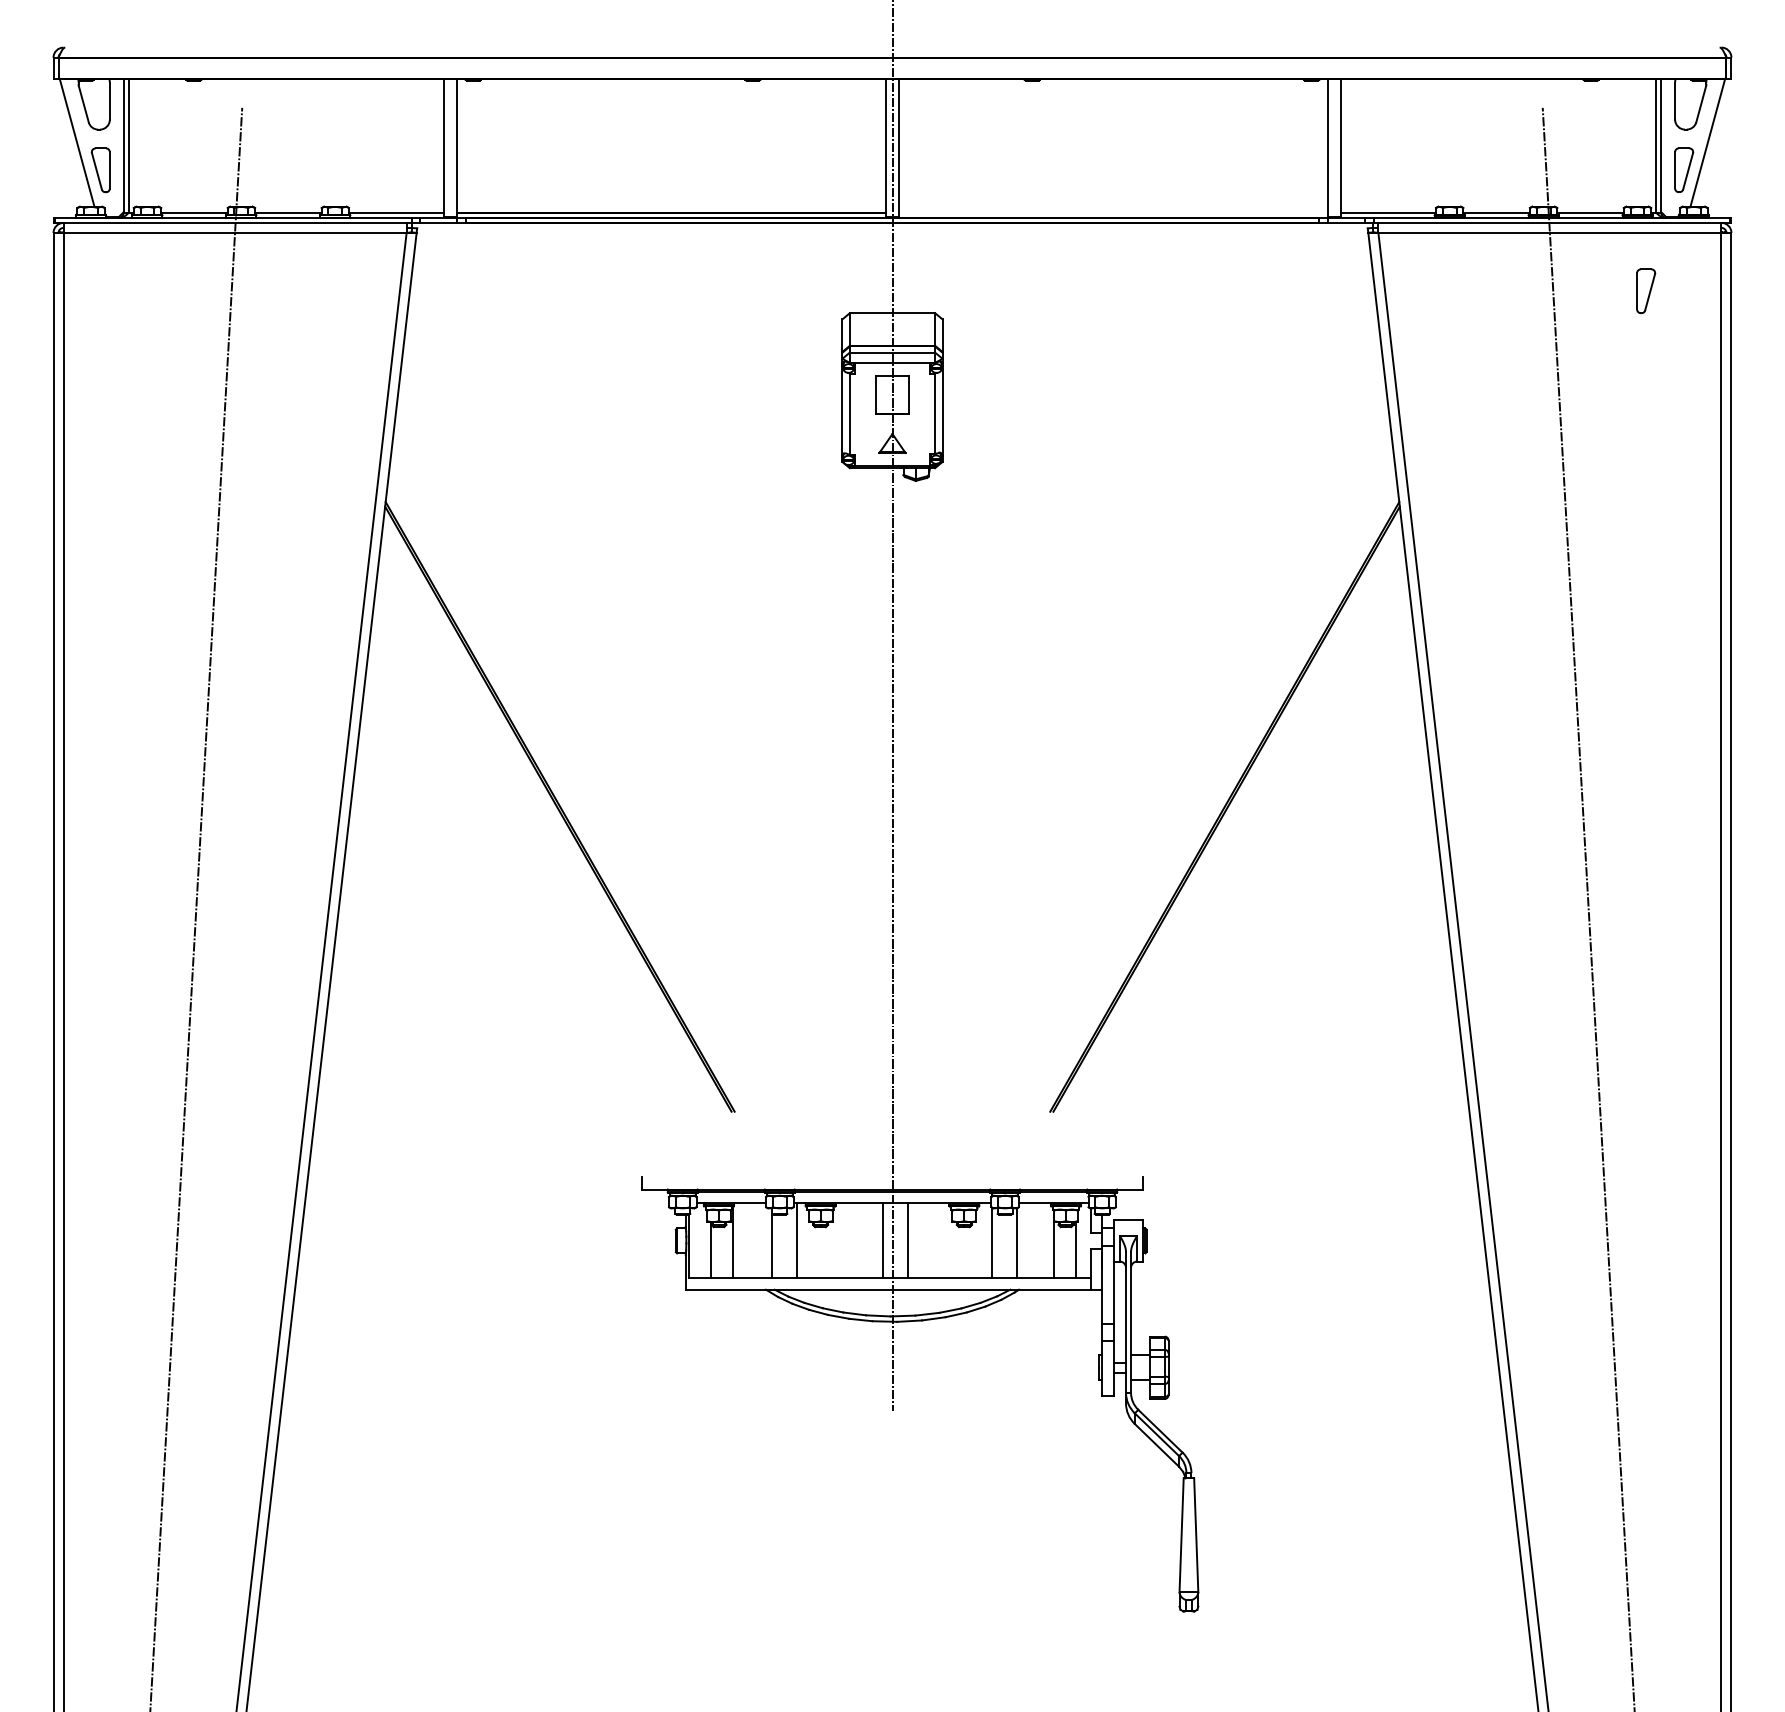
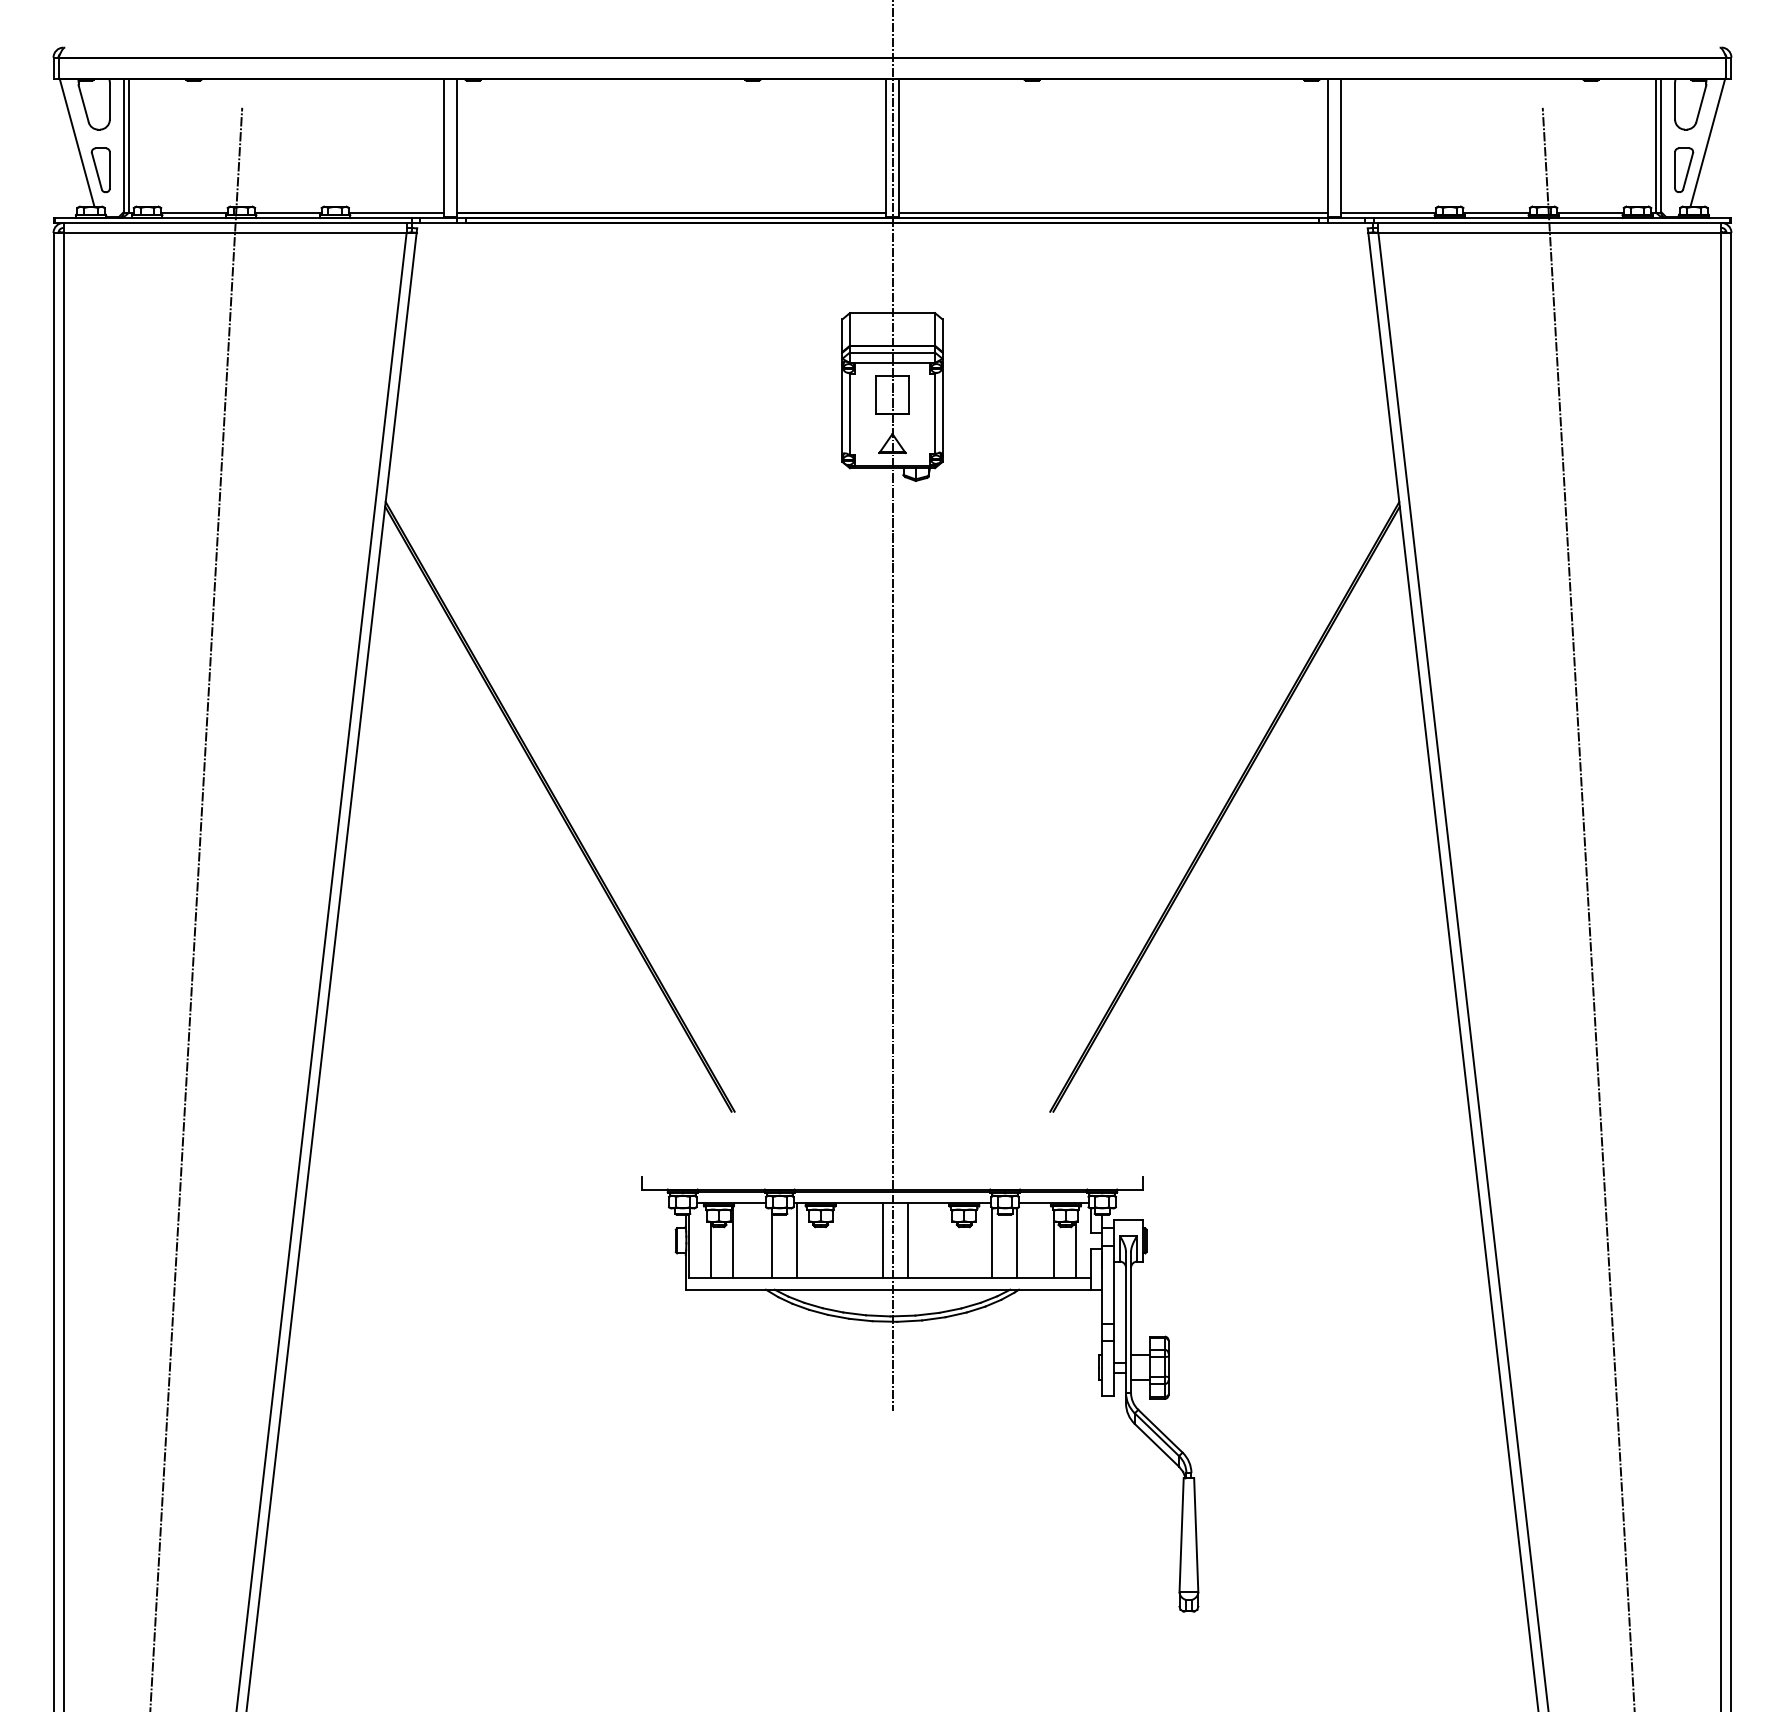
line at (1113, 212): none -> present
part at (1646, 290): present -> none
